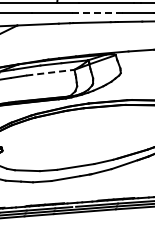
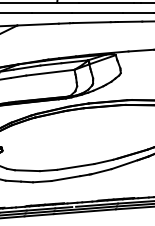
line at (97, 12): dashed -> solid
line at (50, 72): dashed -> solid
